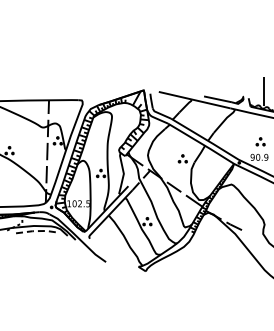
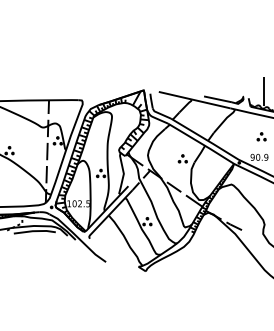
part at (260, 141) position: (260, 141) -> (261, 136)
line at (34, 231): dashed -> solid
